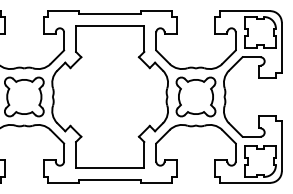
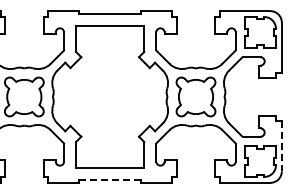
line at (281, 146): solid -> dashed
line at (109, 179): solid -> dashed
